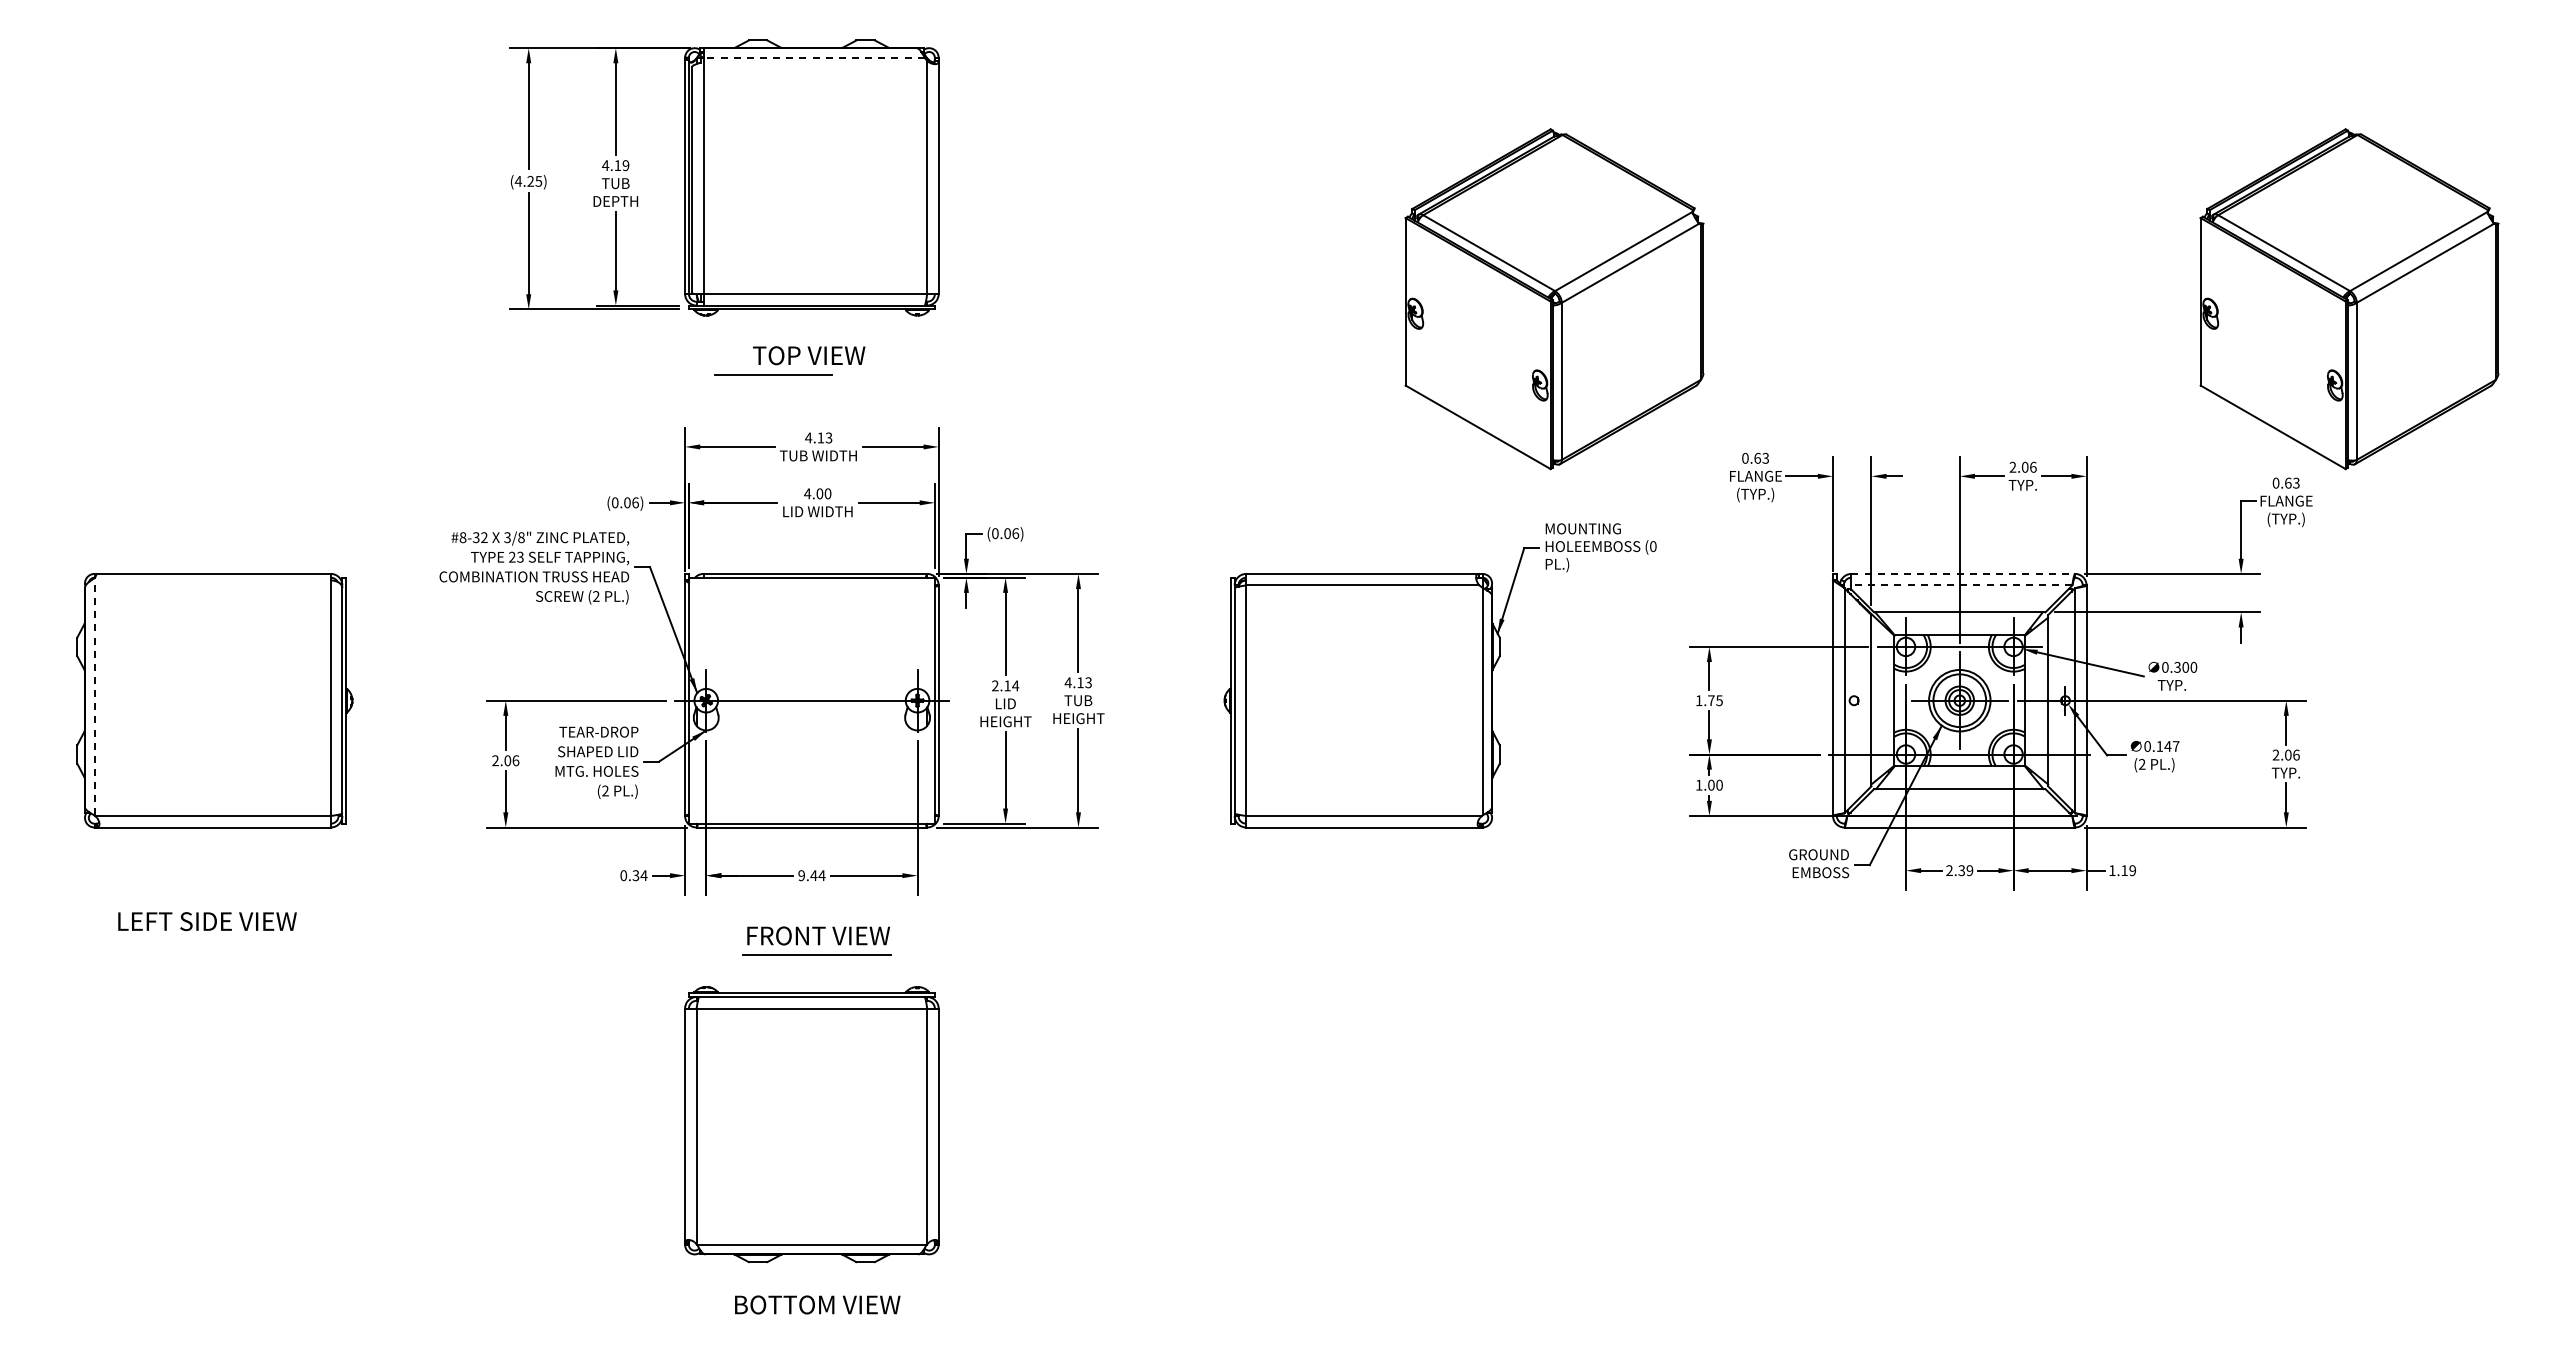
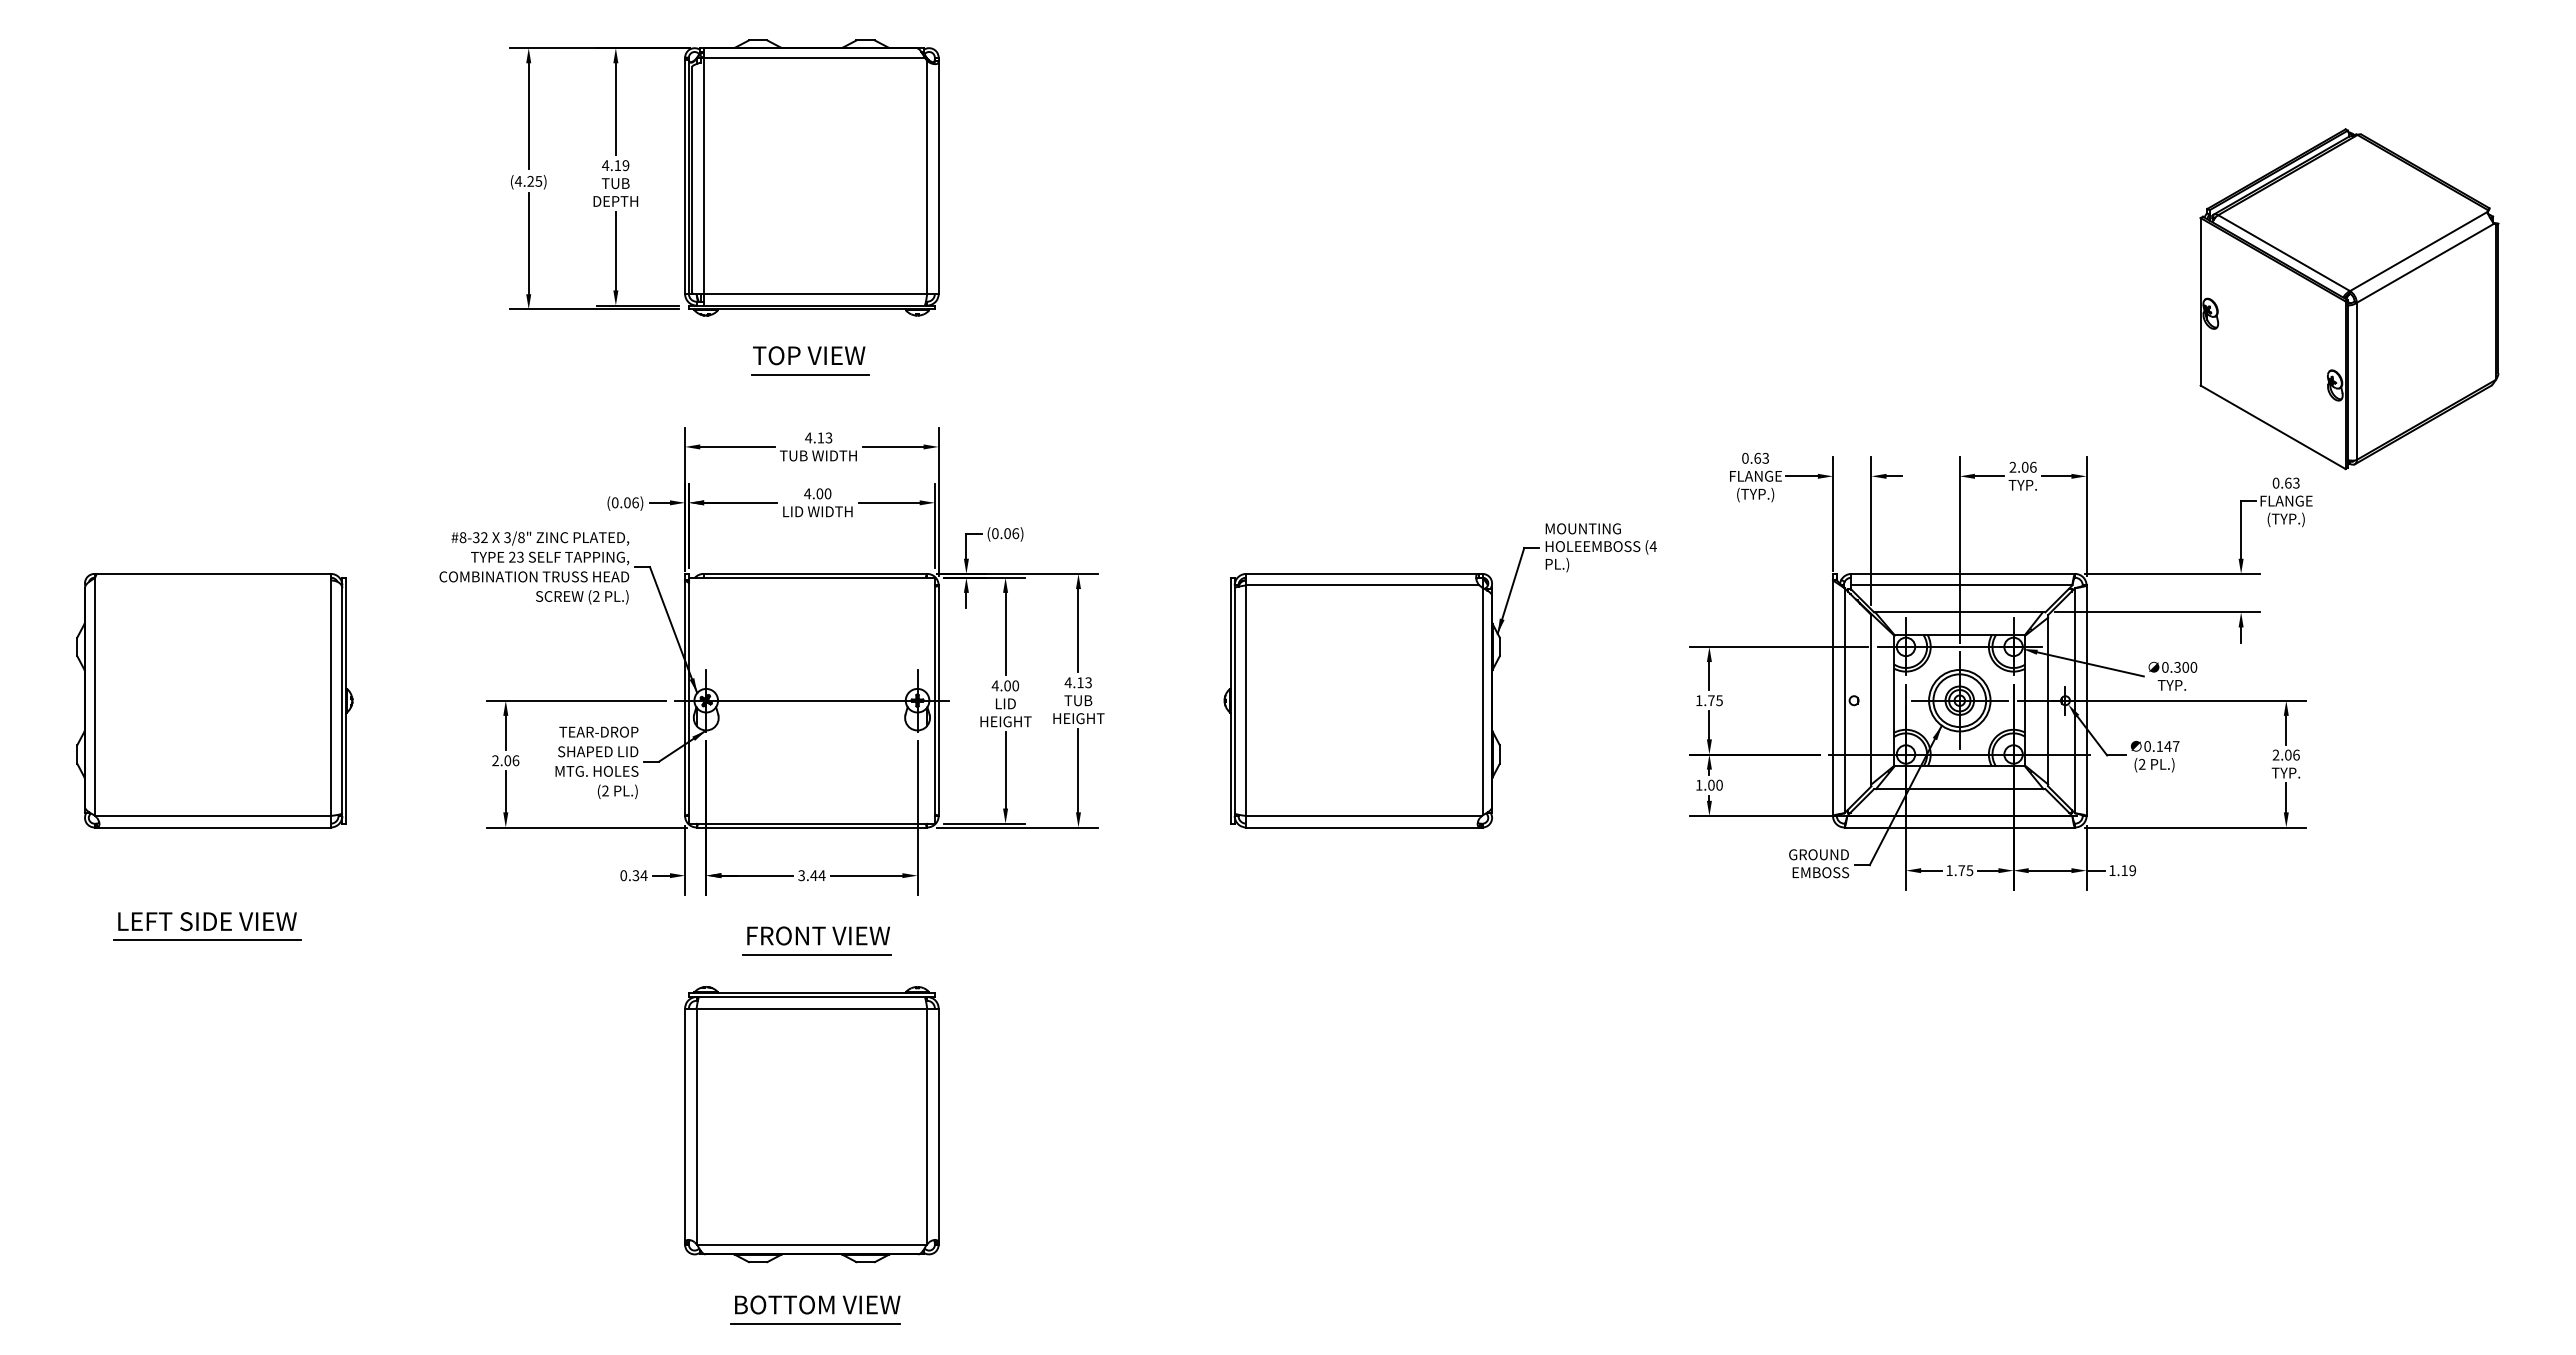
line at (814, 57): dashed -> solid
part at (1554, 299): present -> none
line at (773, 374) position: (773, 374) -> (810, 374)
text at (1652, 546): (0 -> (4
line at (1963, 573): dashed -> solid
line at (1961, 585): dashed -> solid
text at (1005, 685): 2.14 -> 4.00
line at (94, 696): dashed -> solid
text at (1959, 870): 2.39 -> 1.75
text at (801, 875): 9.44 -> 3.44
line at (207, 940): none -> present
line at (815, 1323): none -> present
